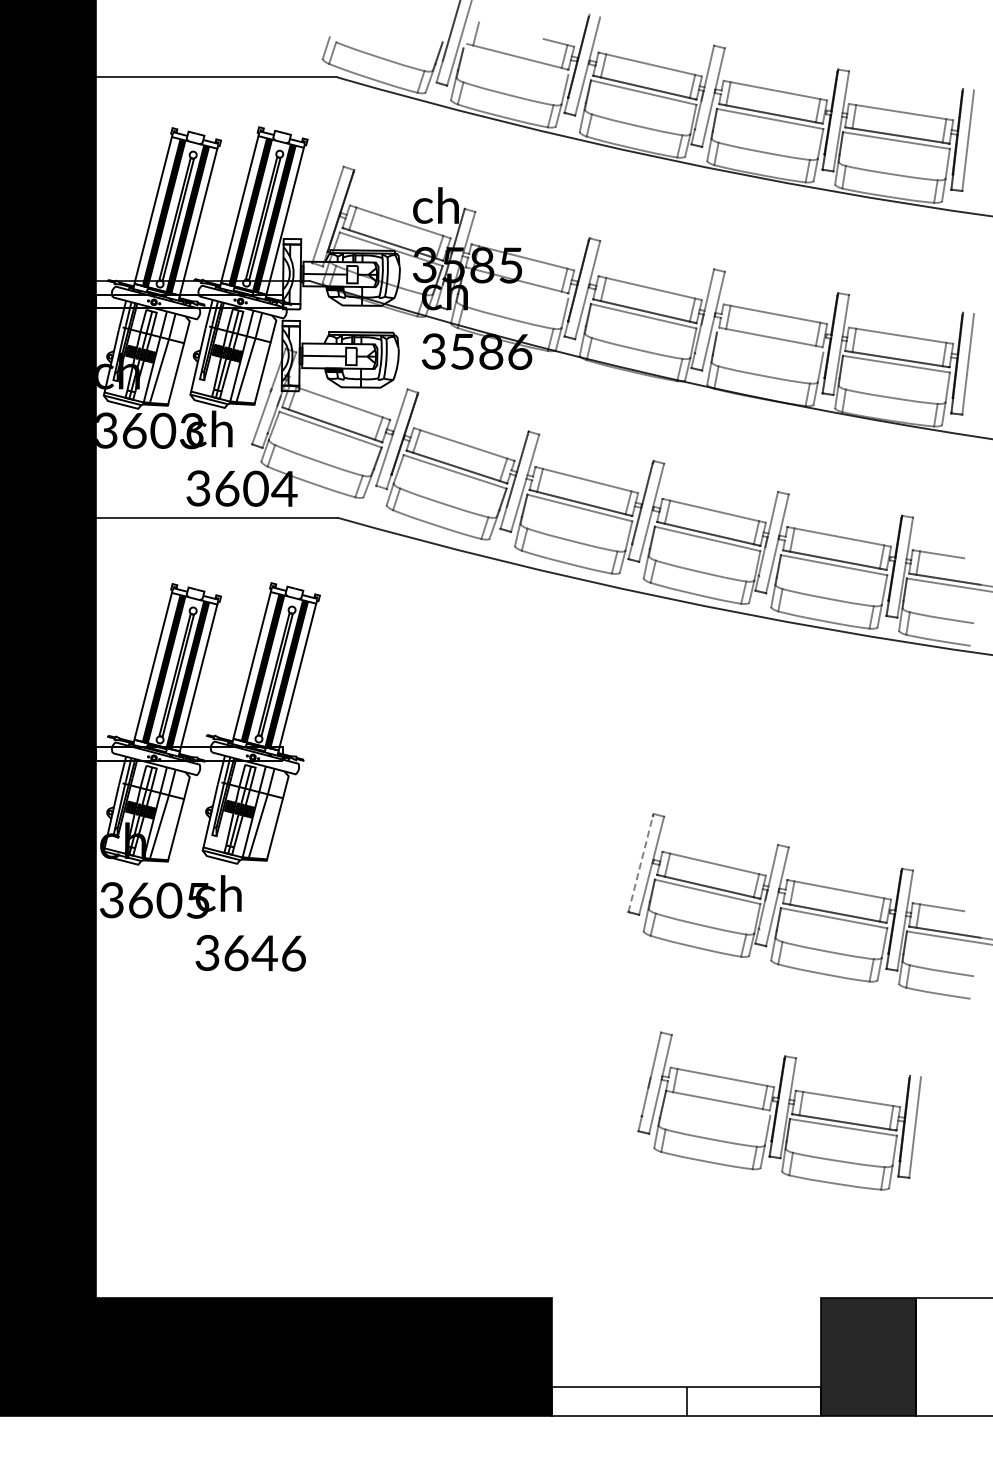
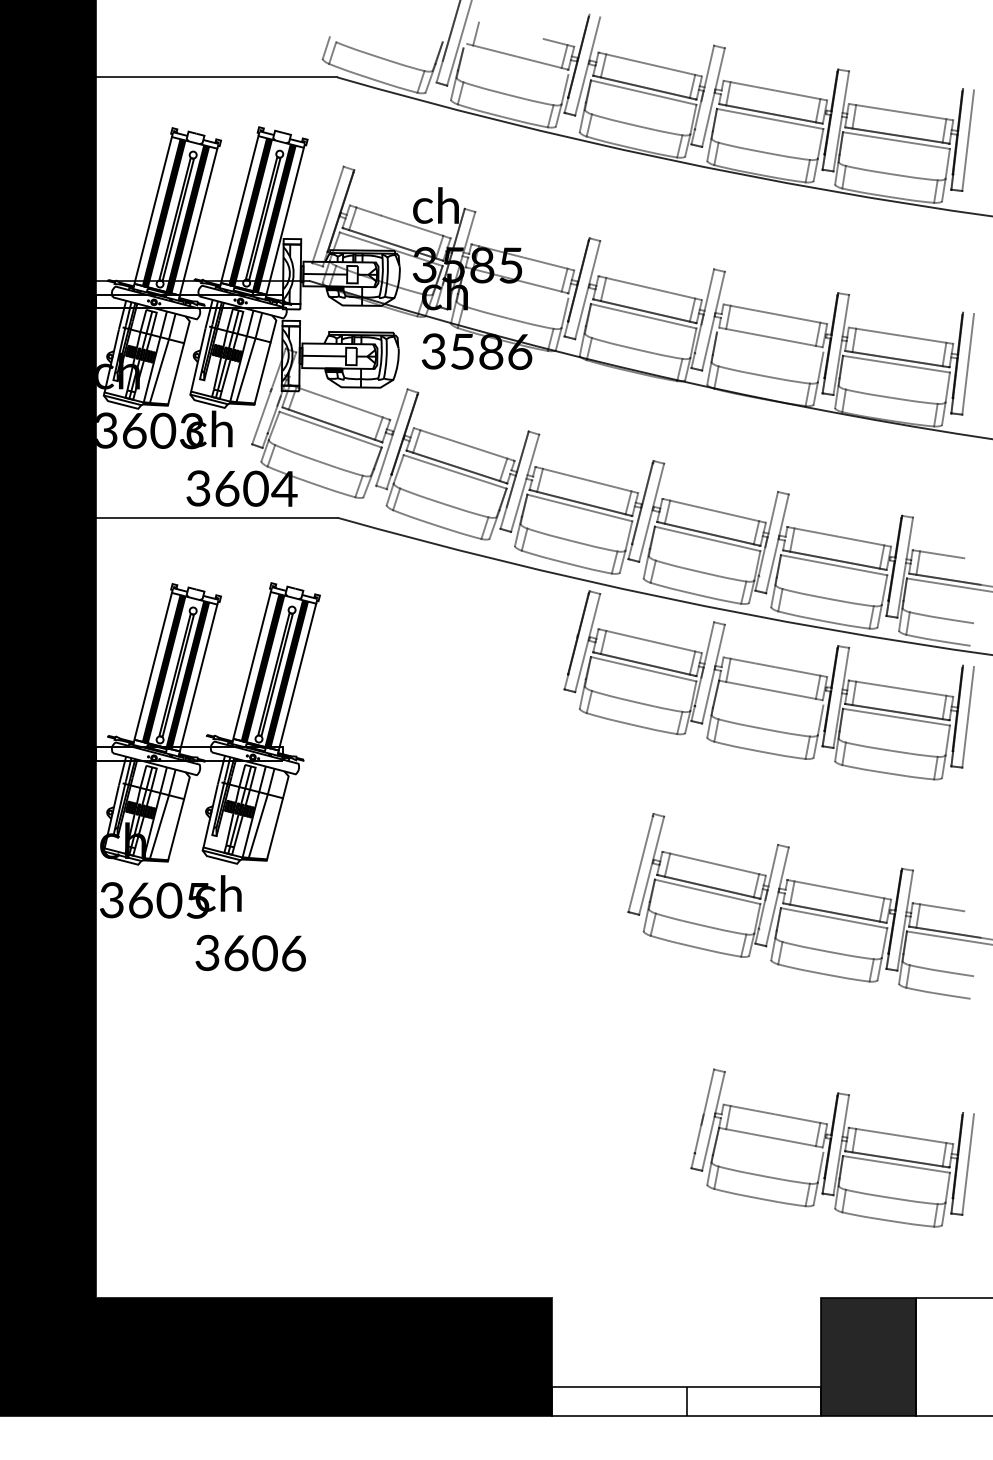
part at (768, 685): none -> present
line at (641, 863): dashed -> solid
text at (264, 953): 3646 -> 3606
part at (779, 1110) position: (779, 1110) -> (832, 1147)
